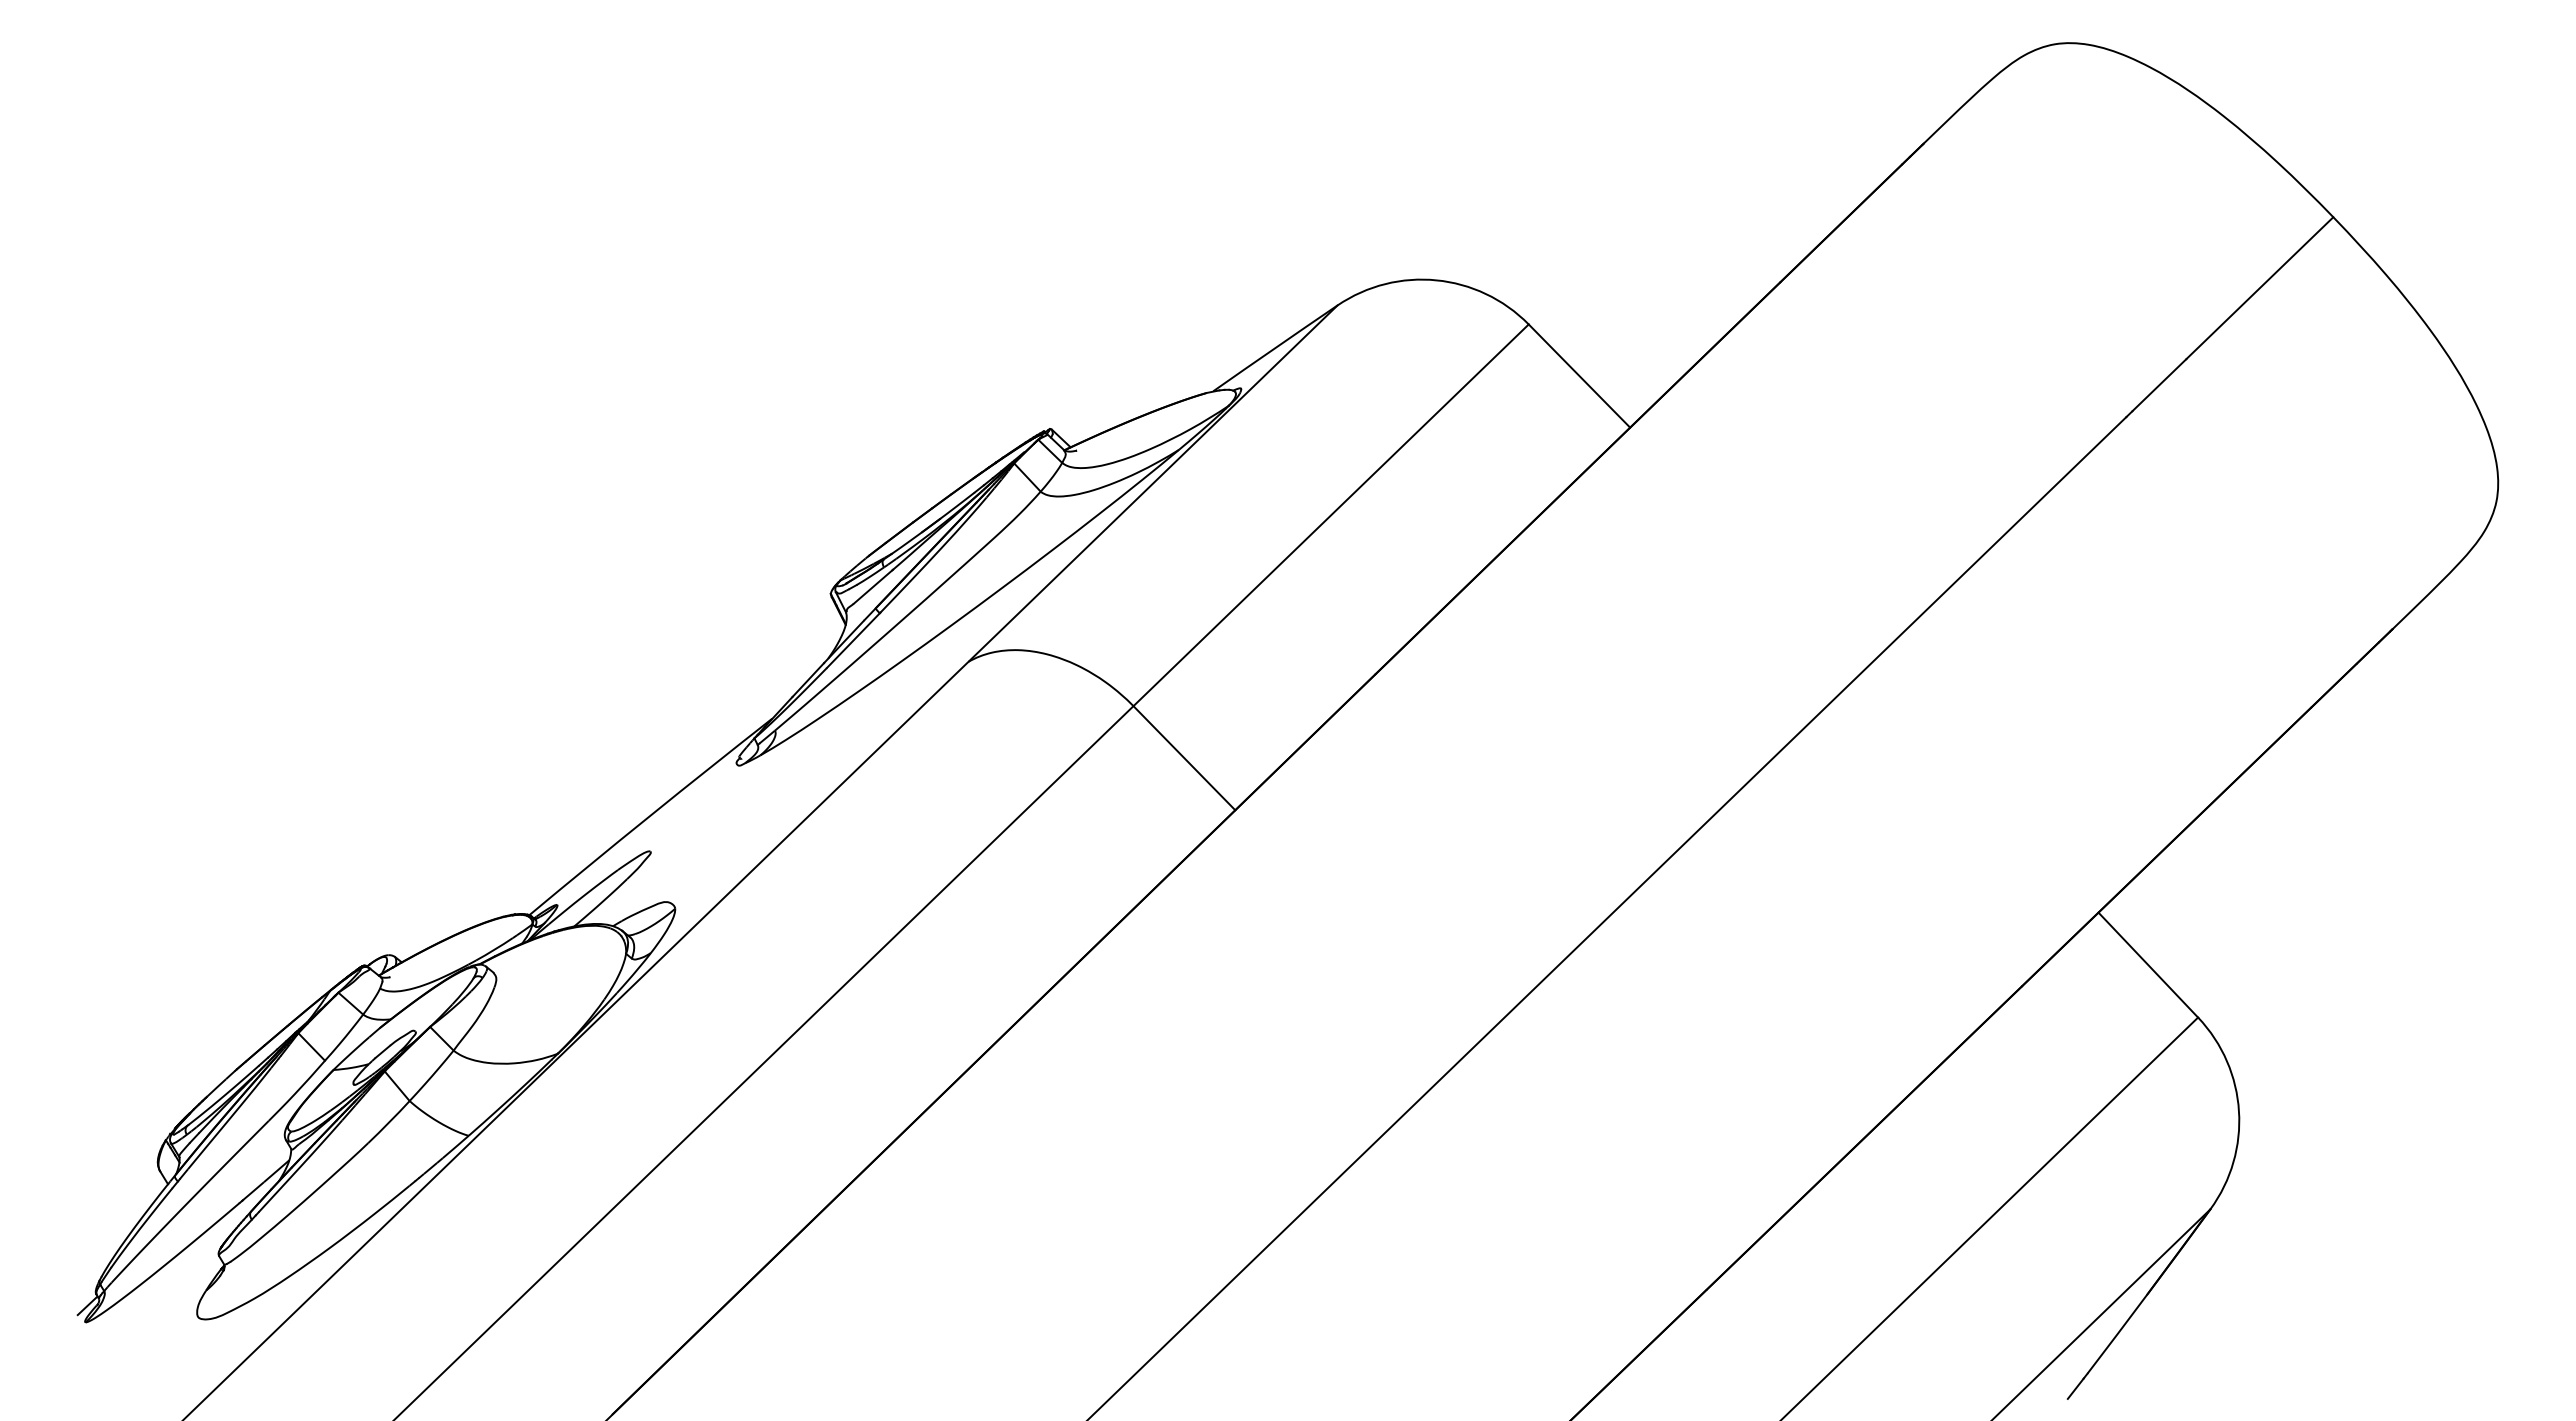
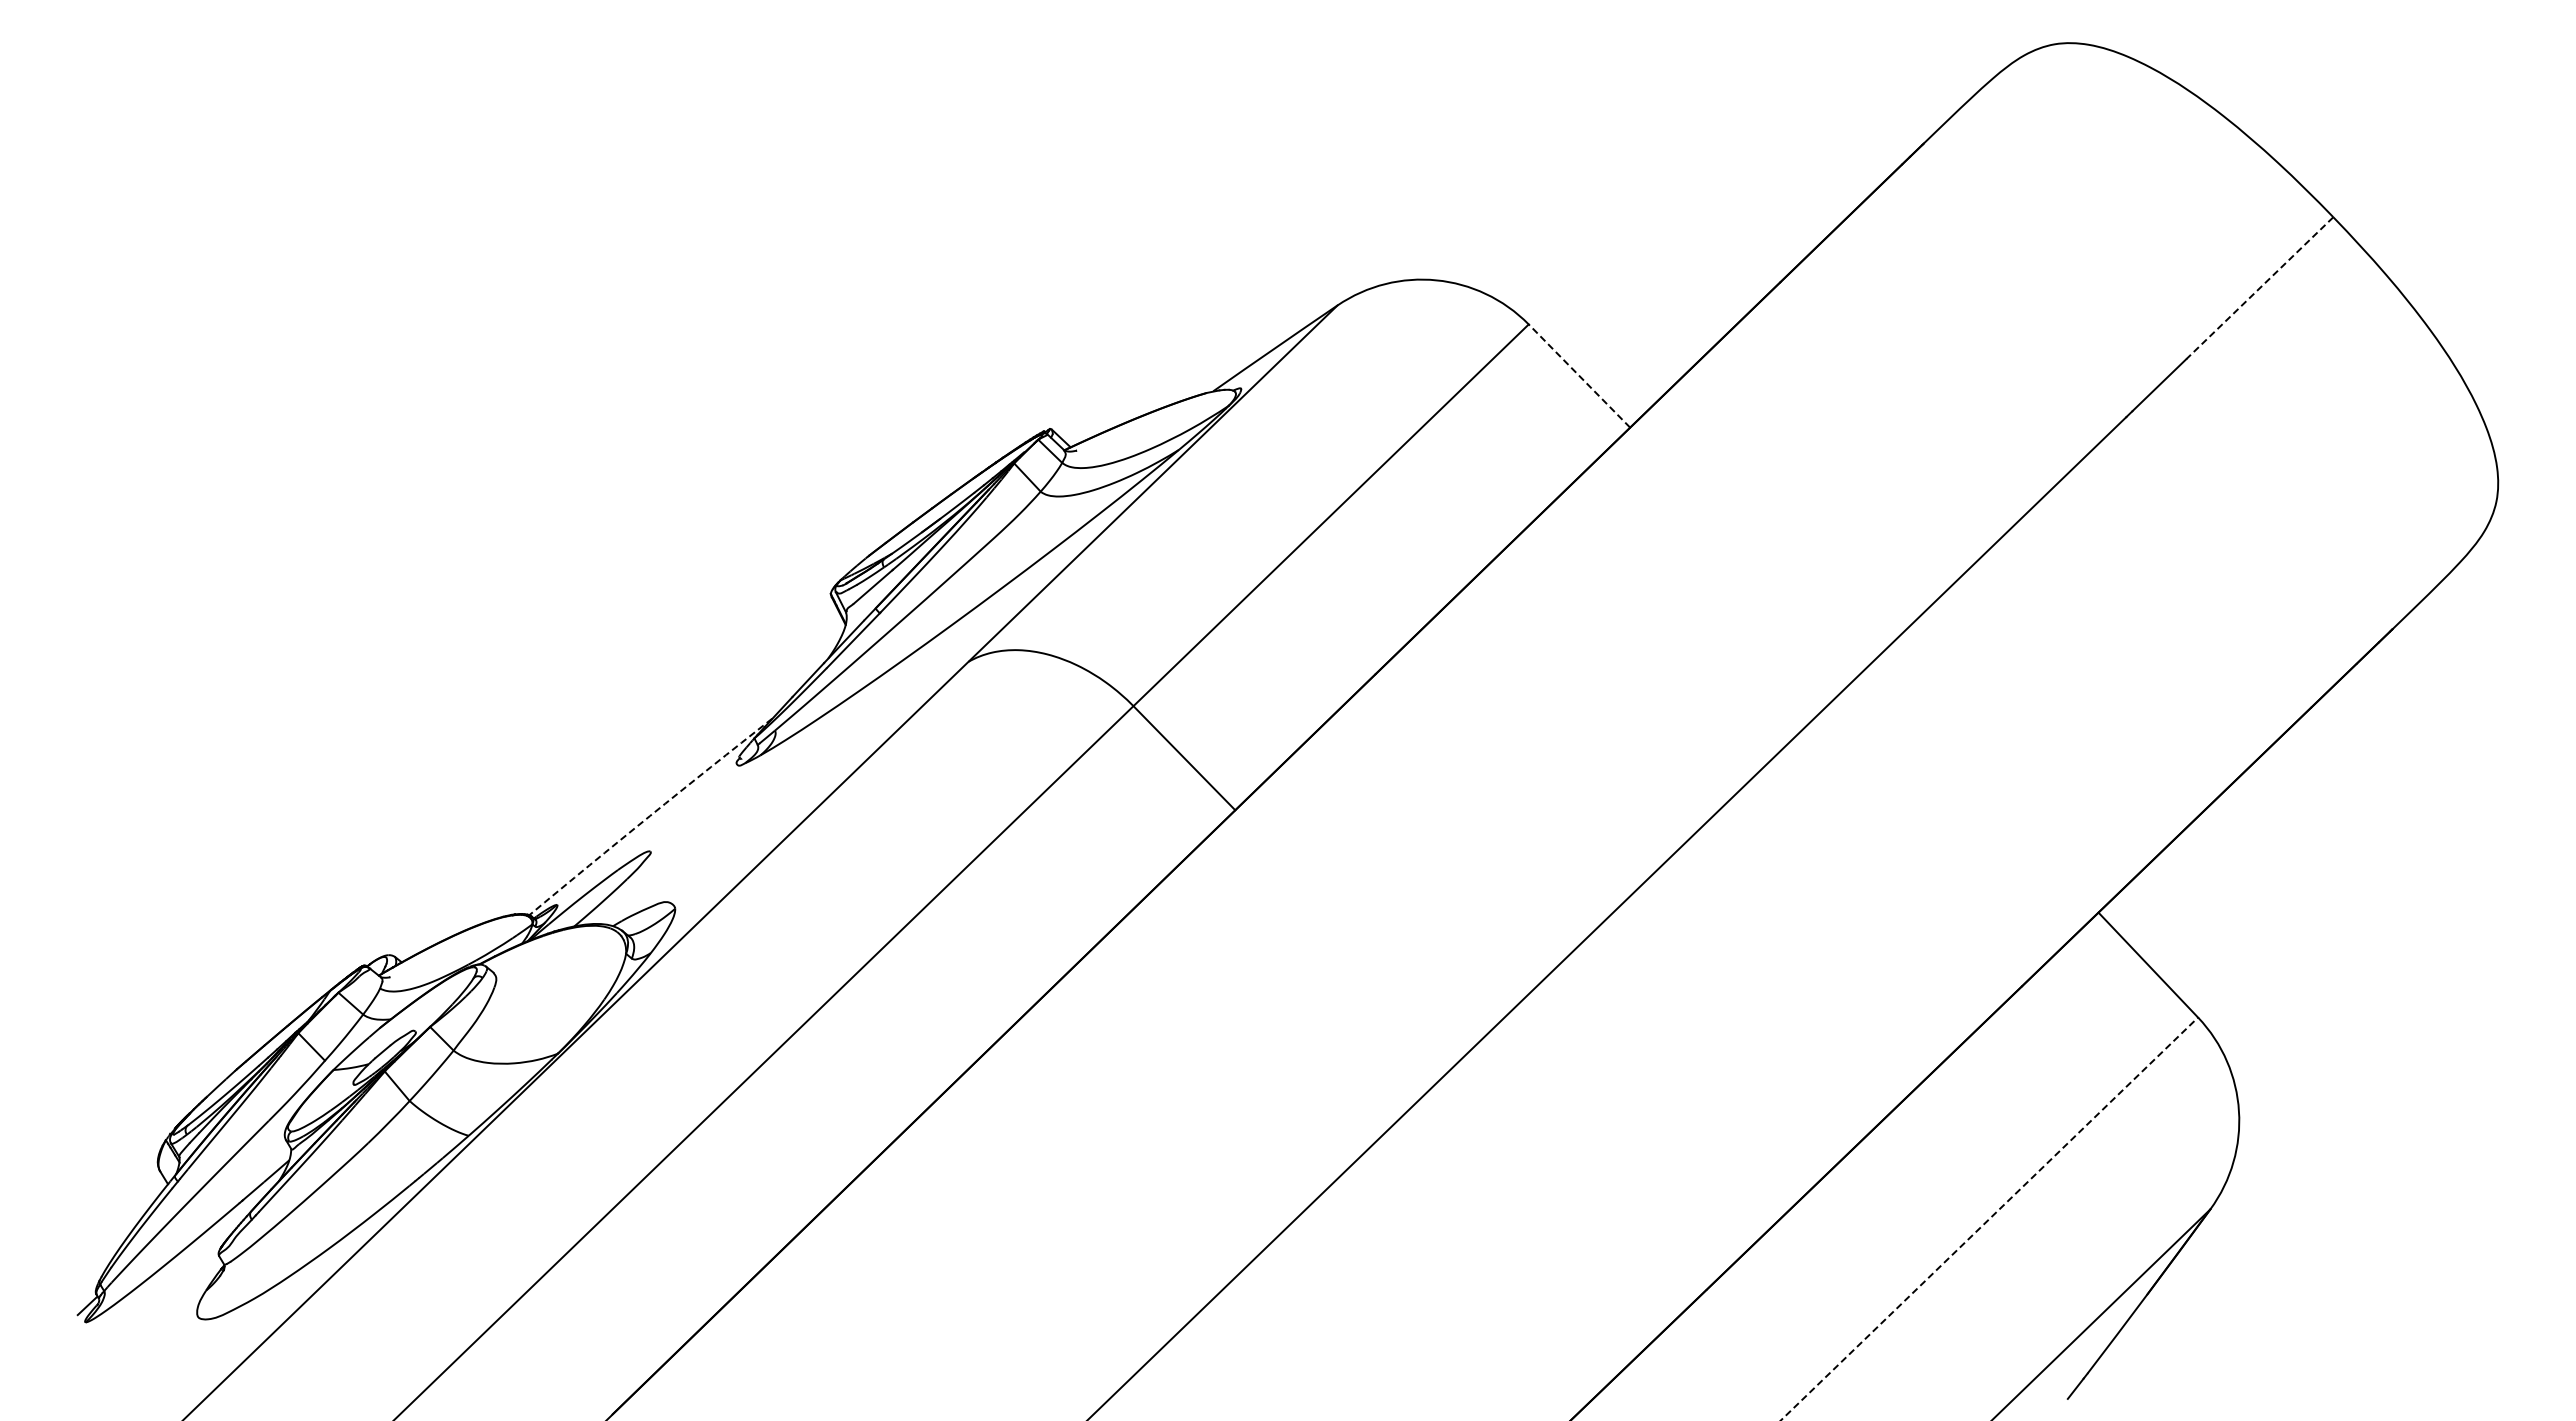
line at (2259, 288): solid -> dashed
line at (1579, 375): solid -> dashed
arc at (650, 815): solid -> dashed
line at (1989, 1218): solid -> dashed
